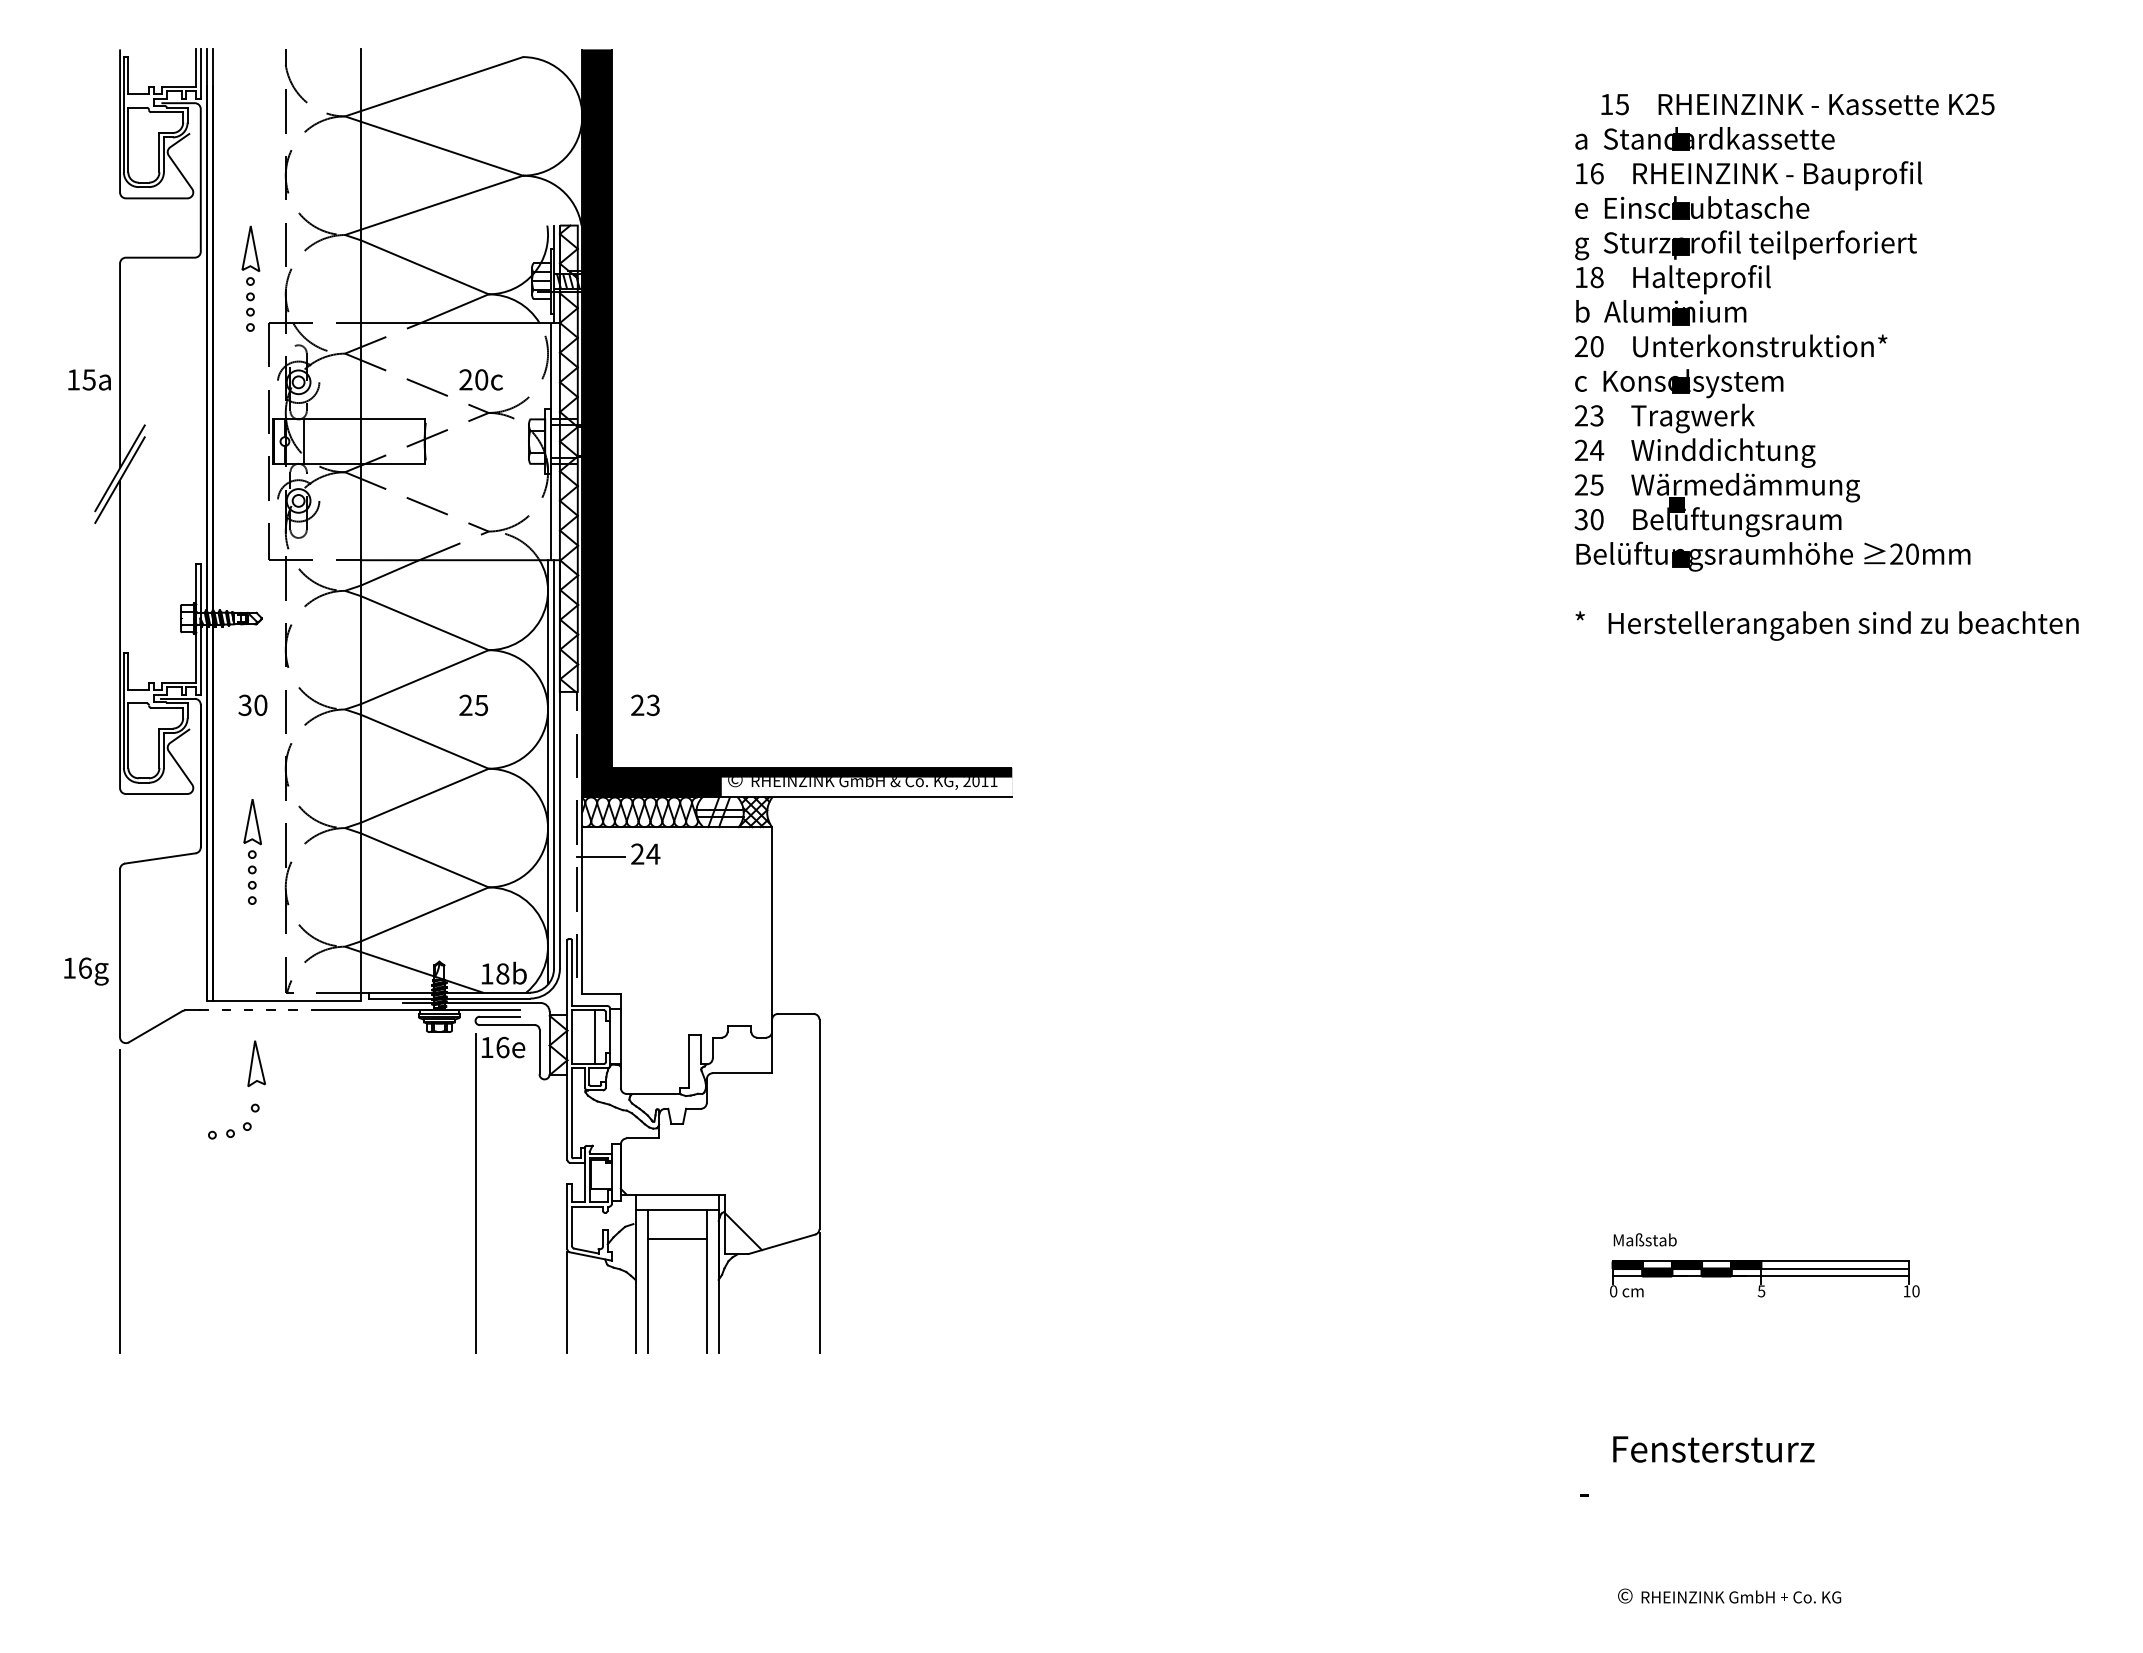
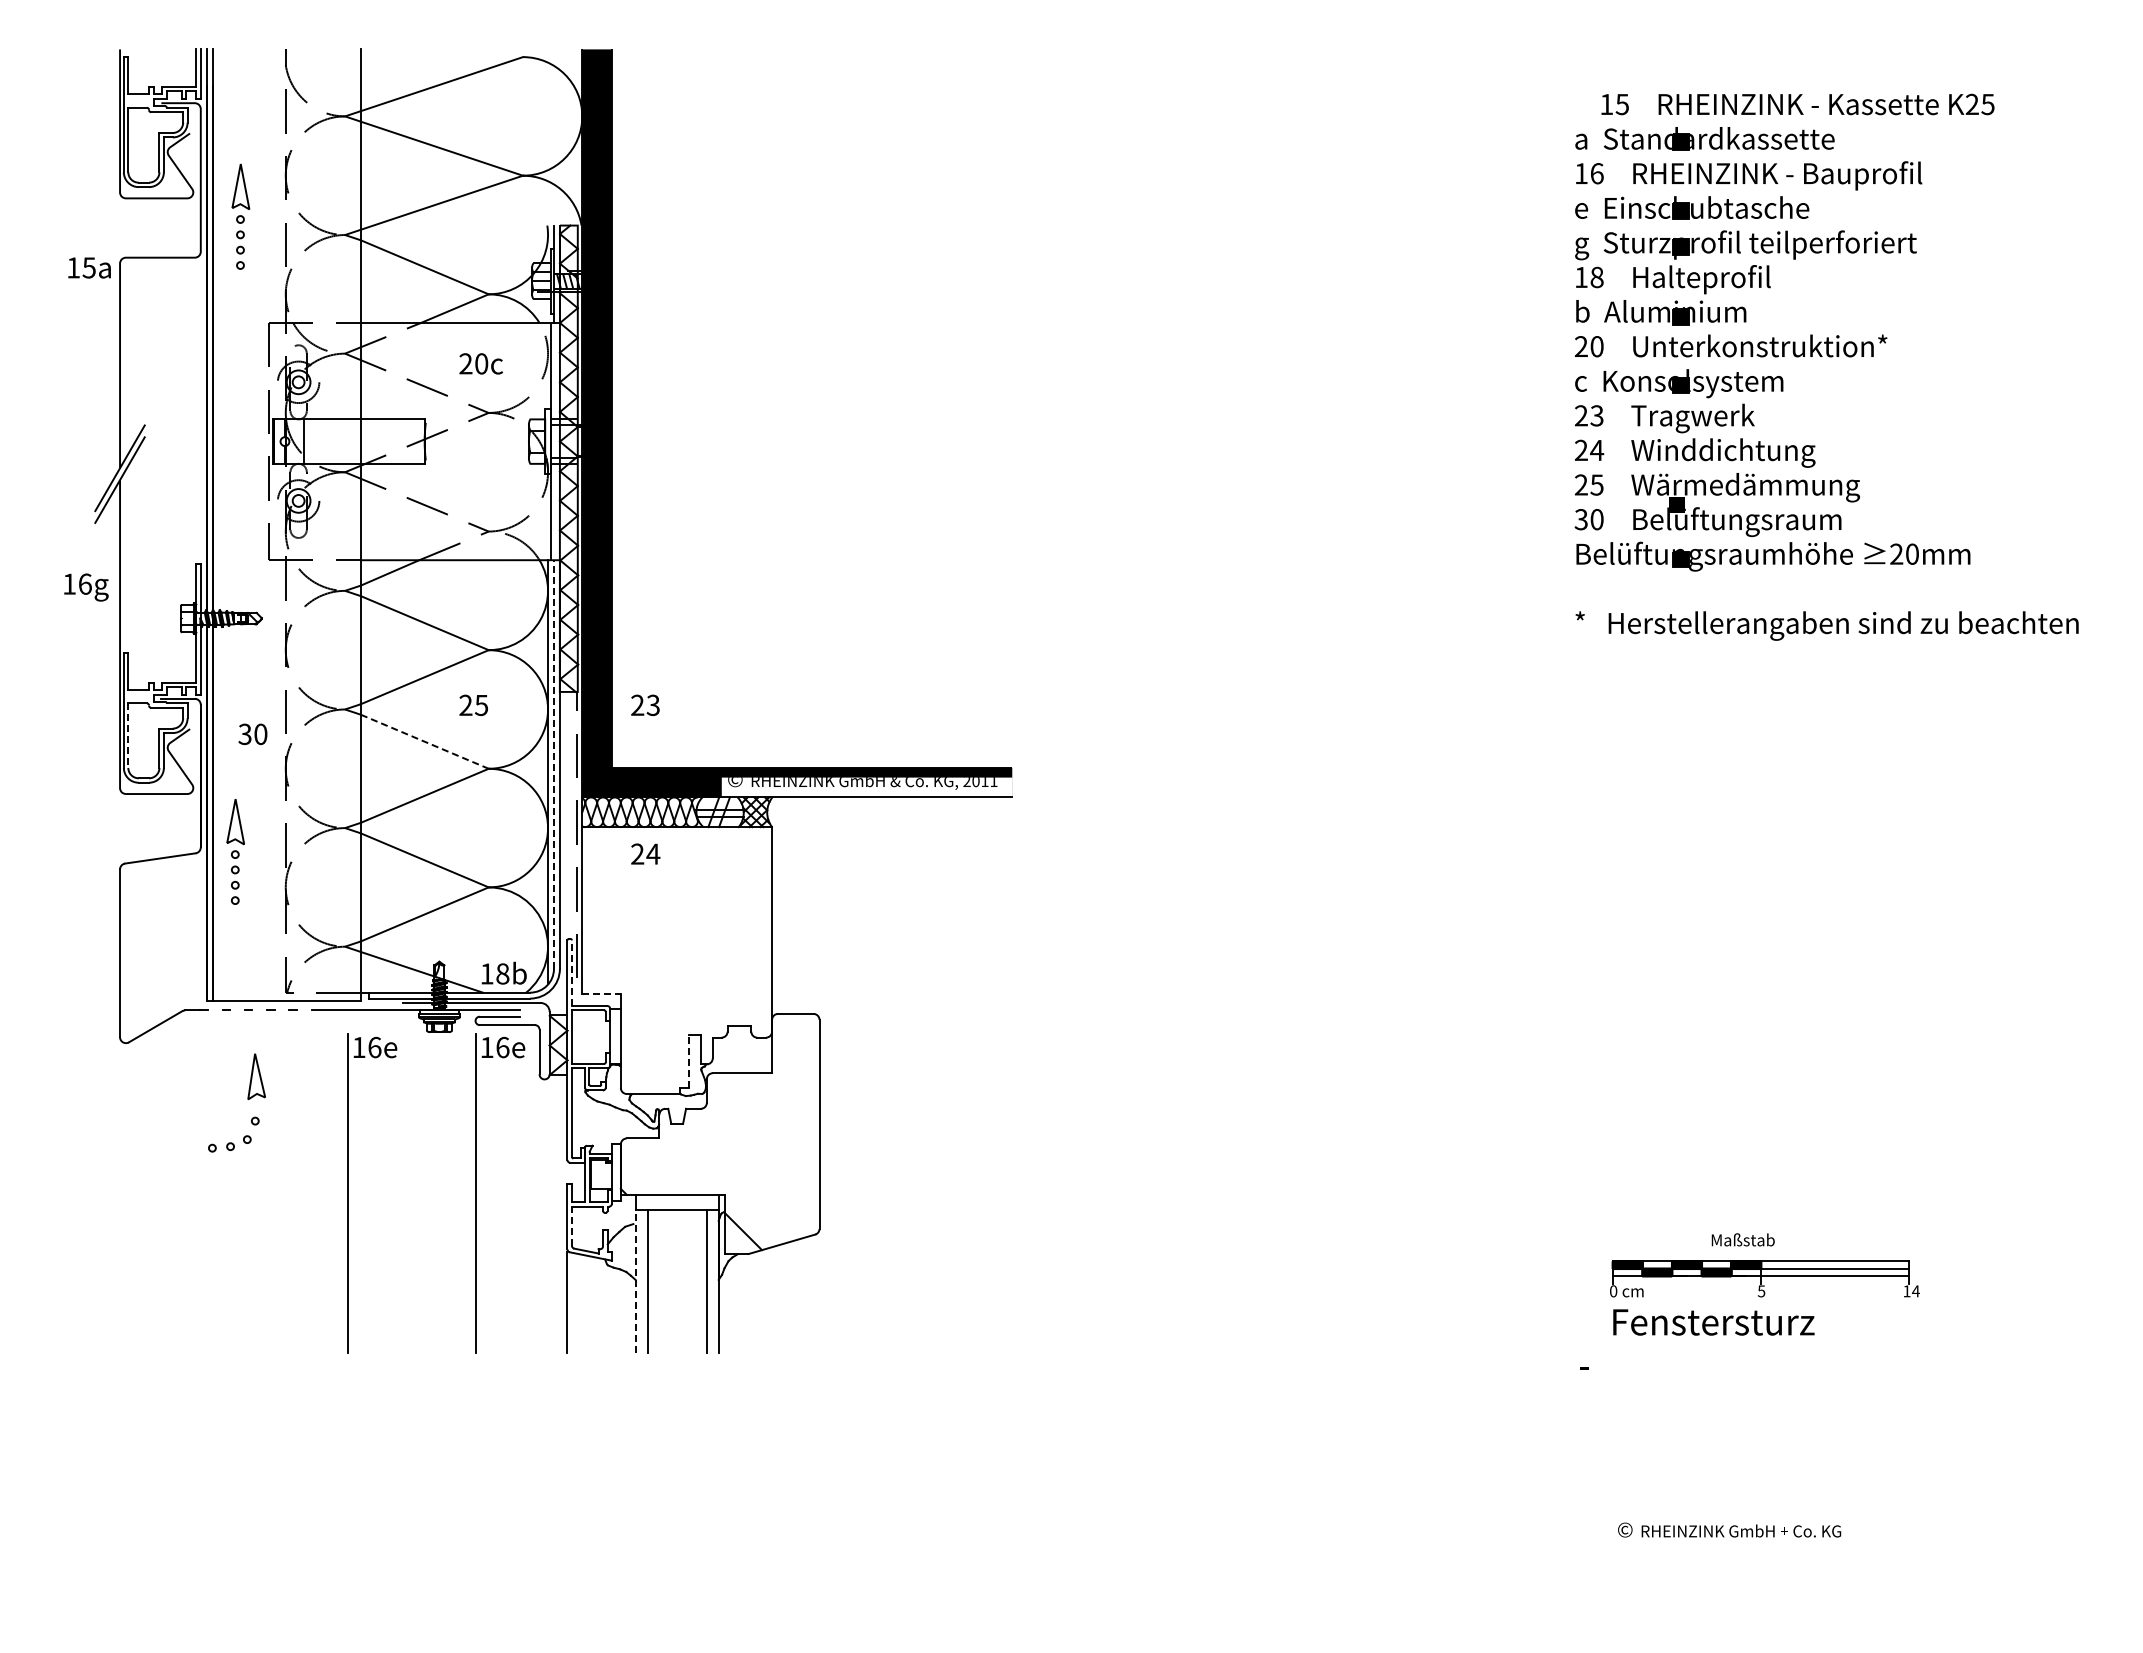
part at (250, 278) position: (250, 278) -> (240, 216)
text at (89, 379) position: (89, 379) -> (89, 267)
text at (480, 379) position: (480, 379) -> (480, 363)
text at (252, 704) position: (252, 704) -> (252, 733)
line at (128, 736): solid -> dashed
line at (425, 741): solid -> dashed
line at (553, 764): solid -> dashed
part at (252, 851) position: (252, 851) -> (235, 851)
line at (600, 856): present -> none
text at (86, 971) position: (86, 971) -> (86, 587)
line at (571, 973): solid -> dashed
line at (602, 993): solid -> dashed
line at (595, 1036): present -> none
line at (689, 1061): solid -> dashed
part at (247, 1086) position: (247, 1086) -> (247, 1099)
part at (348, 1193): none -> present
line at (120, 1201): present -> none
line at (571, 1226): solid -> dashed
line at (676, 1239): present -> none
text at (1644, 1239) position: (1644, 1239) -> (1742, 1239)
line at (635, 1280): solid -> dashed
text at (1915, 1291): 10 -> 14
line at (819, 1292): present -> none
text at (1697, 1466) position: (1697, 1466) -> (1697, 1339)
text at (1729, 1595) position: (1729, 1595) -> (1729, 1529)
